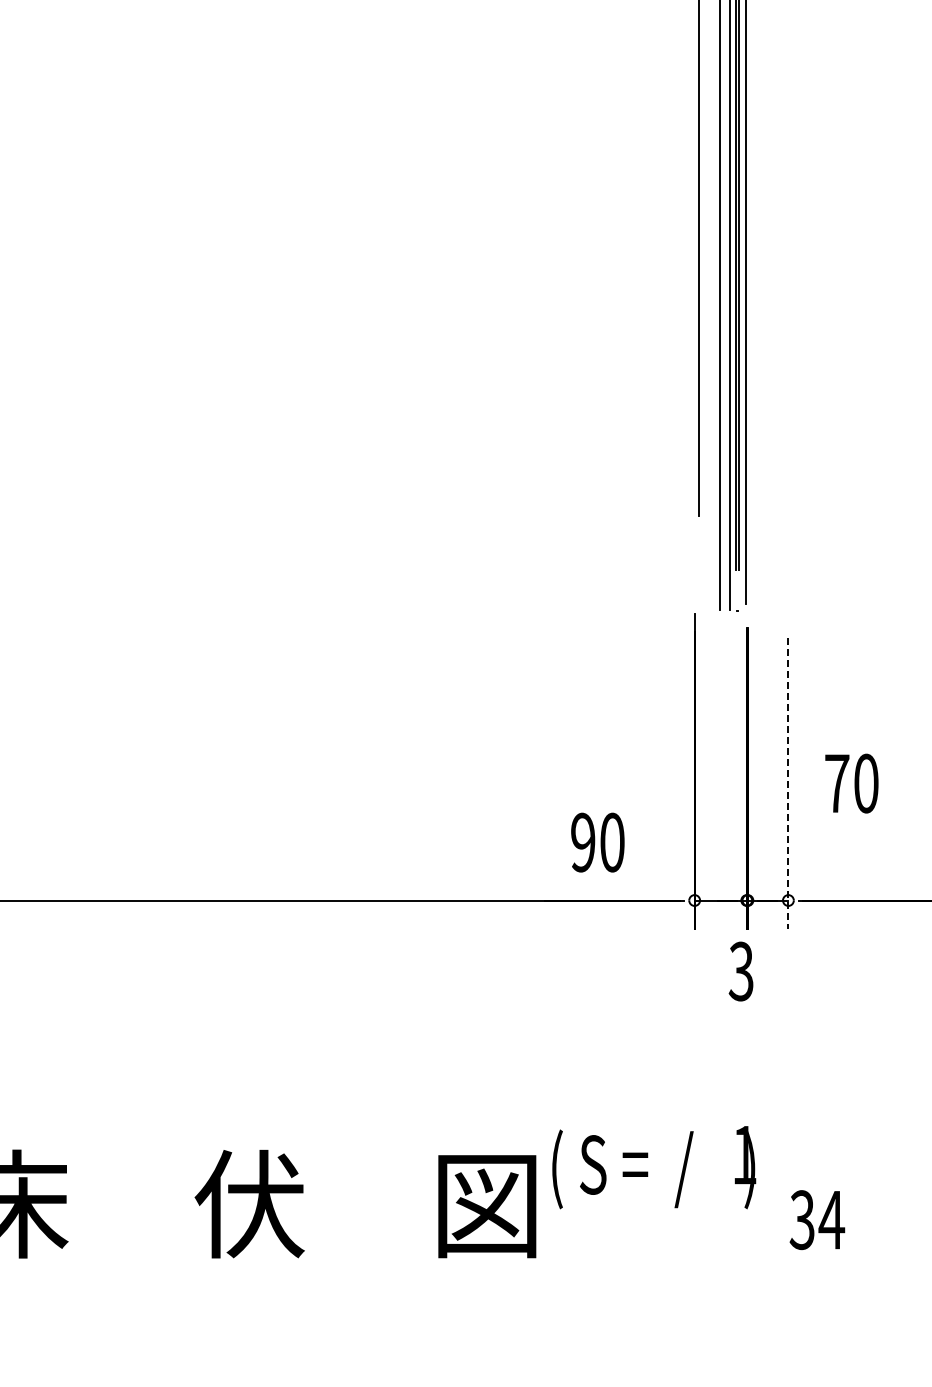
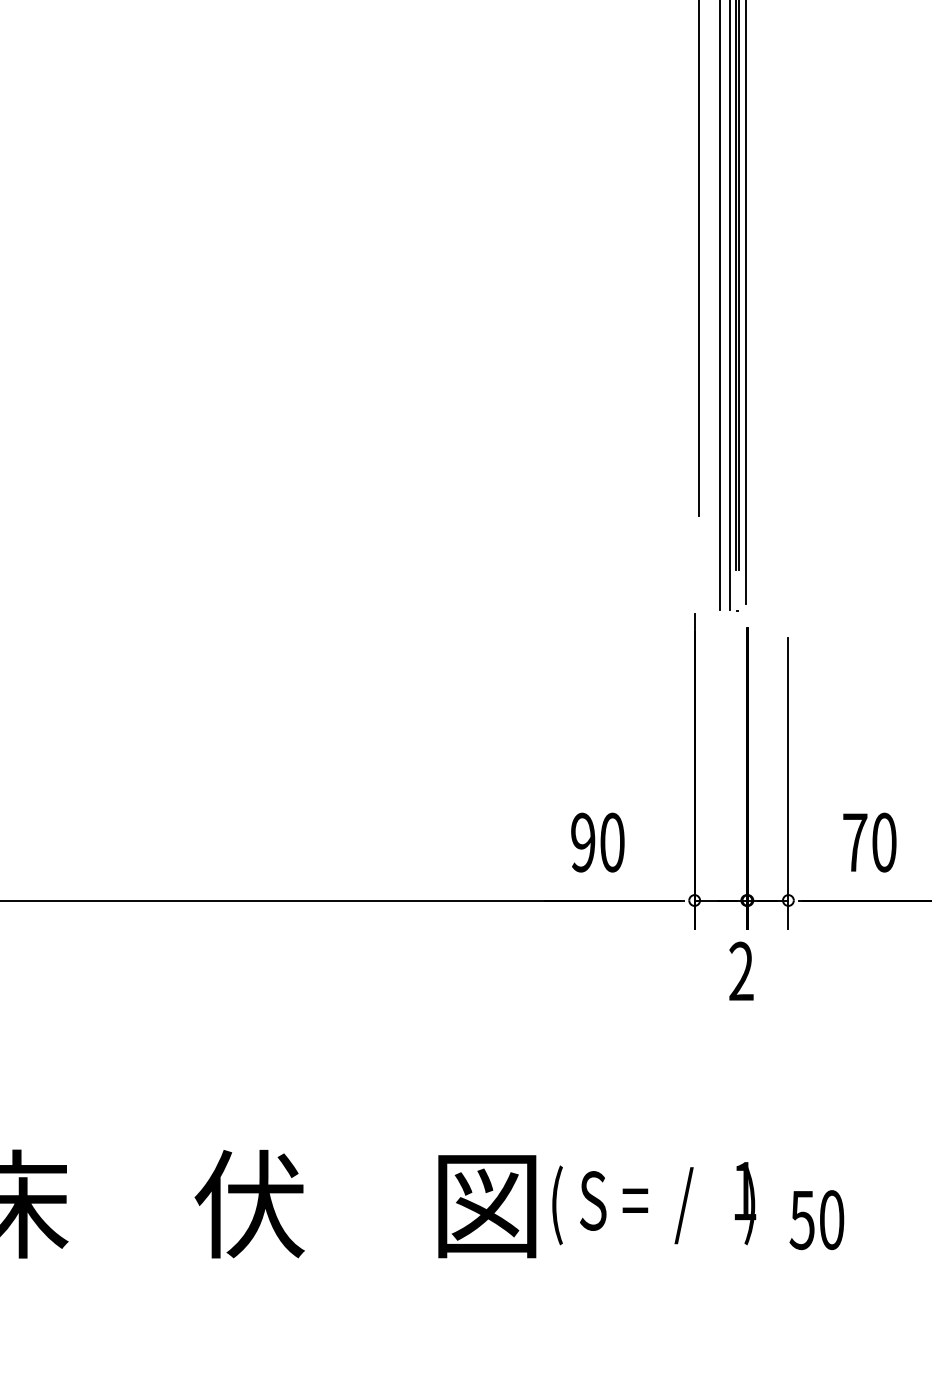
line at (788, 783): dashed -> solid
text at (851, 783) position: (851, 783) -> (869, 842)
text at (740, 971): 3 -> 2
text at (654, 1167) position: (654, 1167) -> (654, 1203)
text at (817, 1220): 34 -> 50
